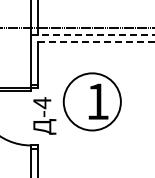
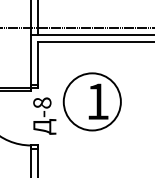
line at (93, 34): dashed -> solid
line at (96, 41): dashed -> solid
text at (42, 103): -4 -> -8
